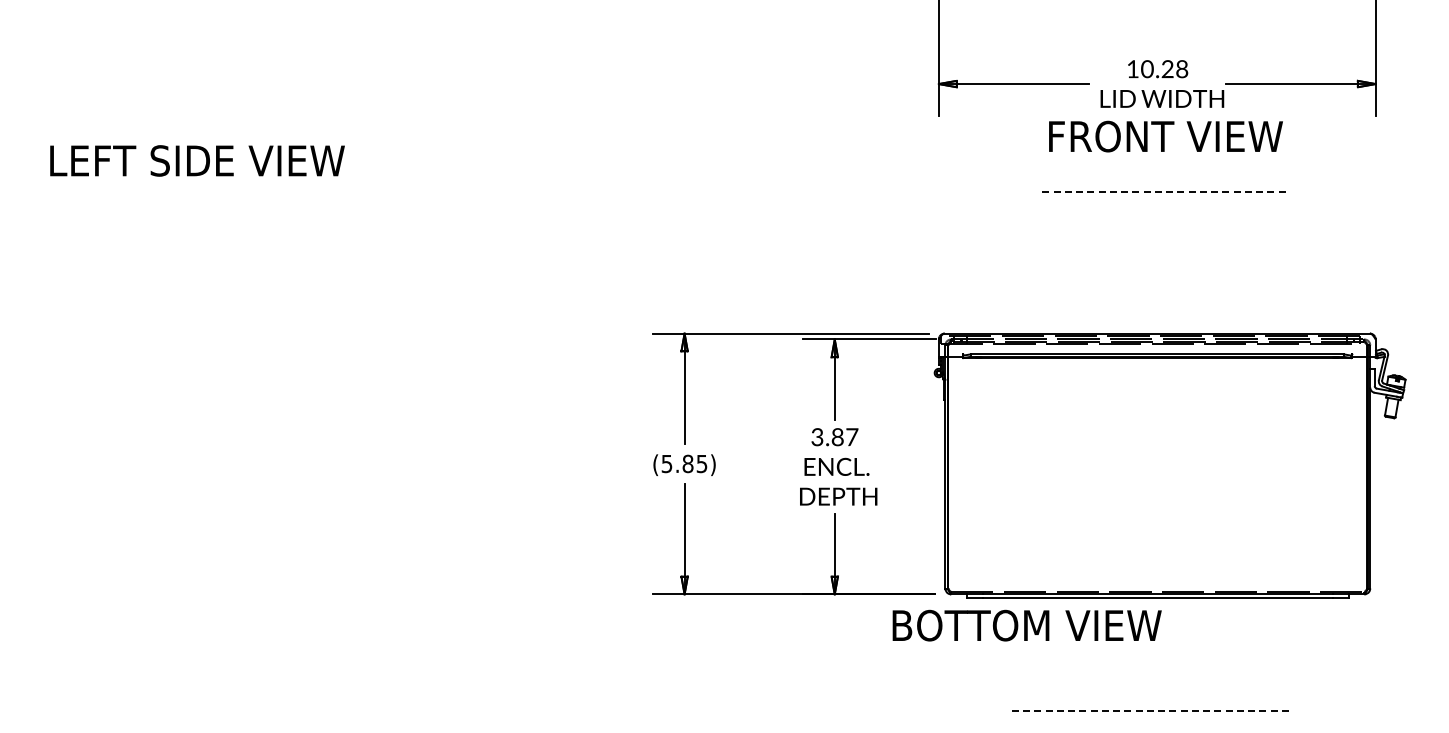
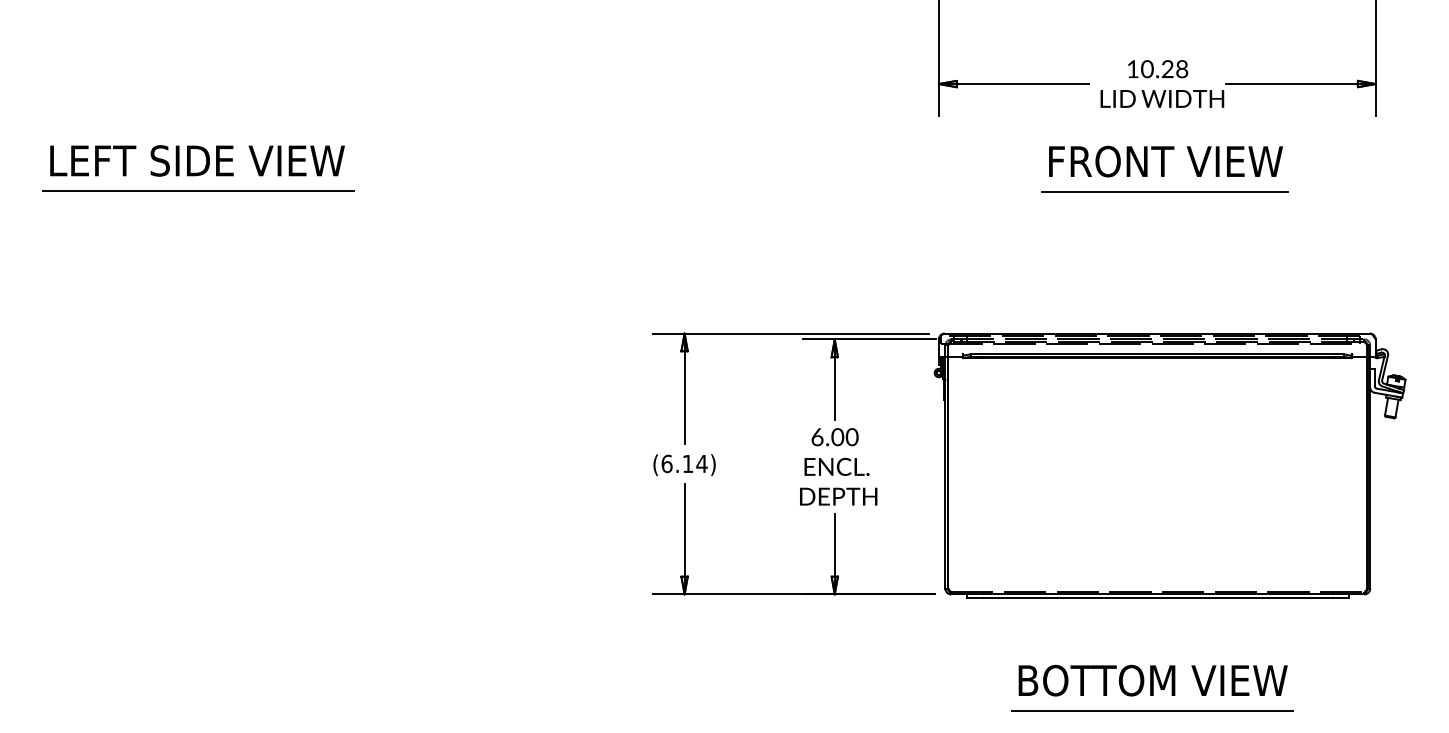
text at (1165, 136) position: (1165, 136) -> (1165, 161)
line at (198, 191): none -> present
line at (1165, 191): dashed -> solid
text at (834, 437): 3.87 -> 6.00
text at (684, 463): (5.85) -> (6.14)
text at (1026, 625) position: (1026, 625) -> (1152, 680)
line at (1152, 710): dashed -> solid
